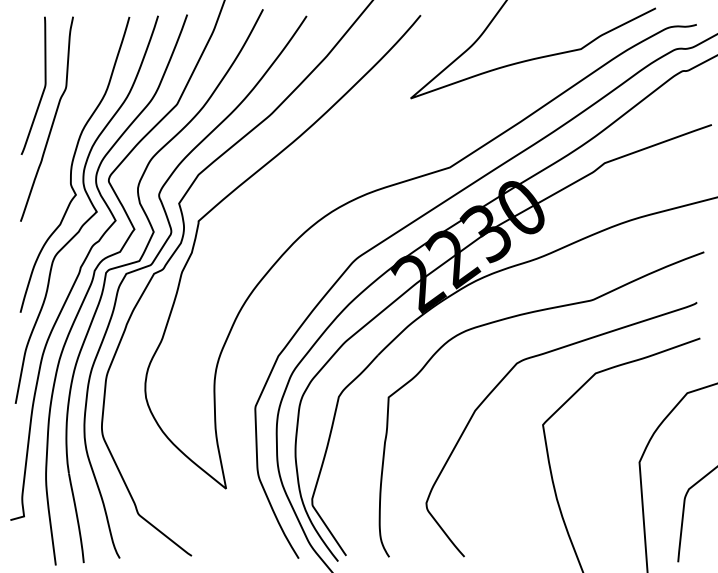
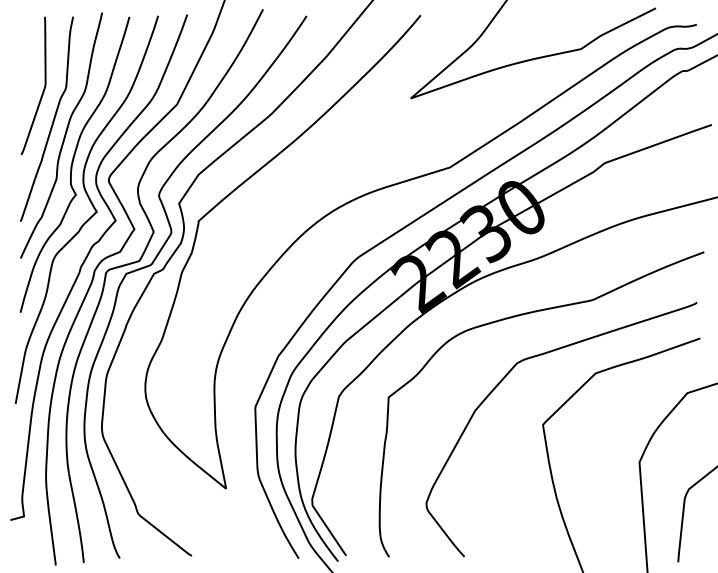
curve at (63, 137): none -> present
